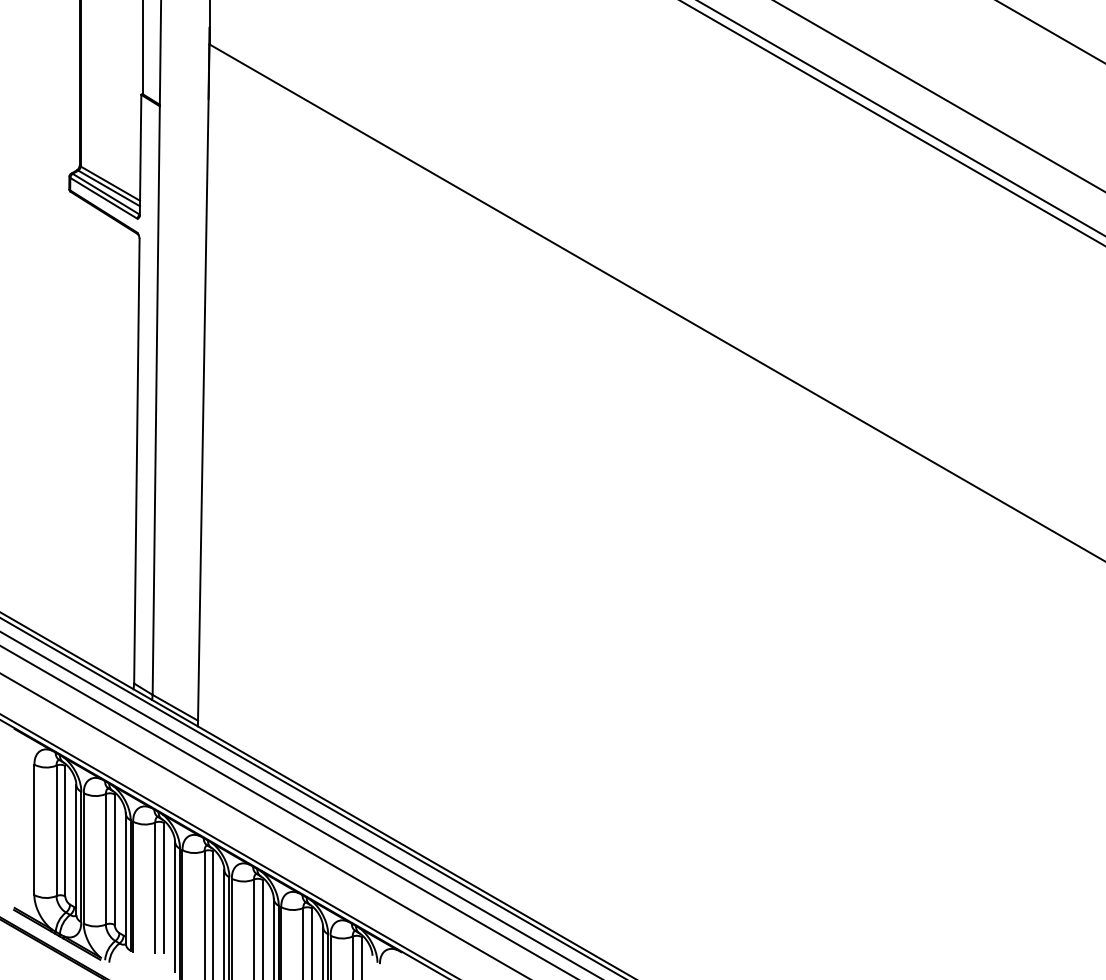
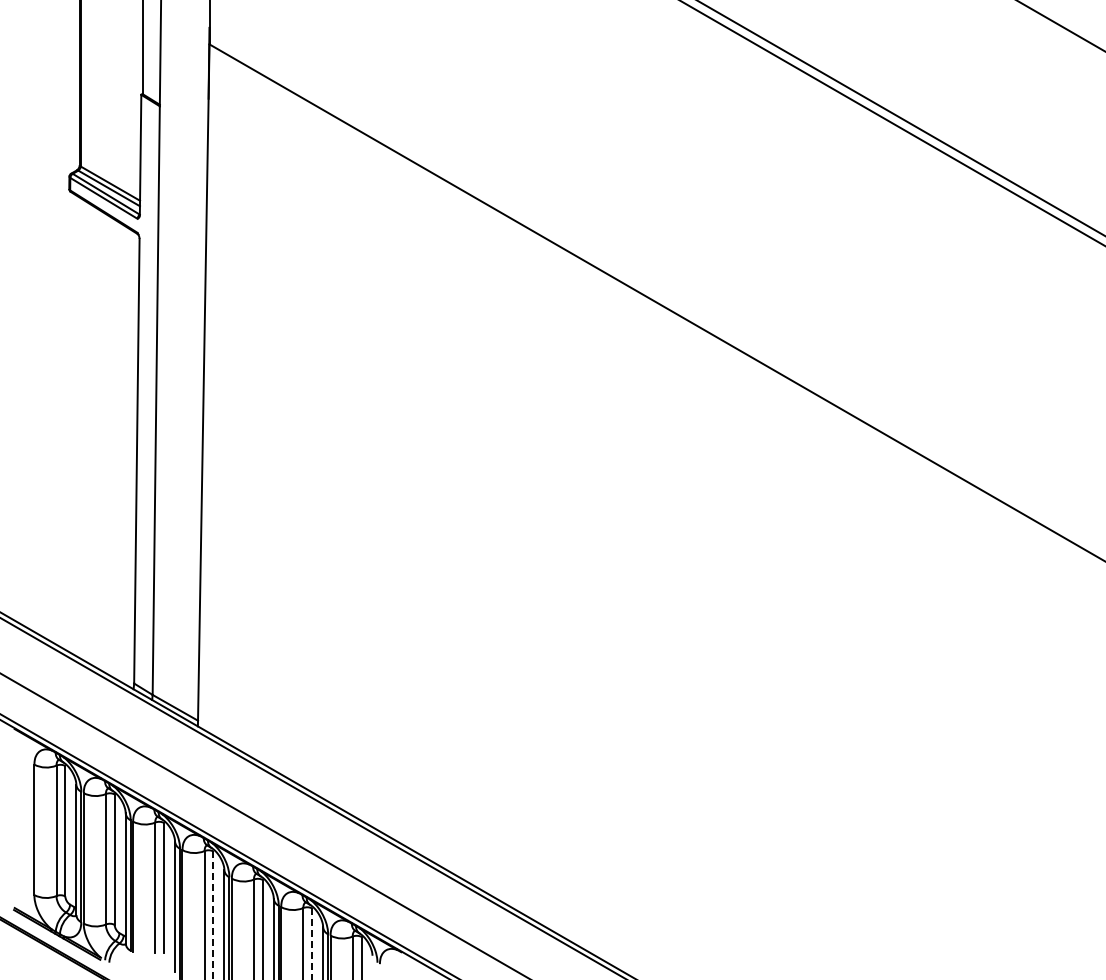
line at (1050, 32) position: (1050, 32) -> (1060, 26)
line at (939, 96): present -> none
line at (299, 804): present -> none
line at (287, 811): present -> none
line at (213, 916): solid -> dashed
line at (312, 944): solid -> dashed
